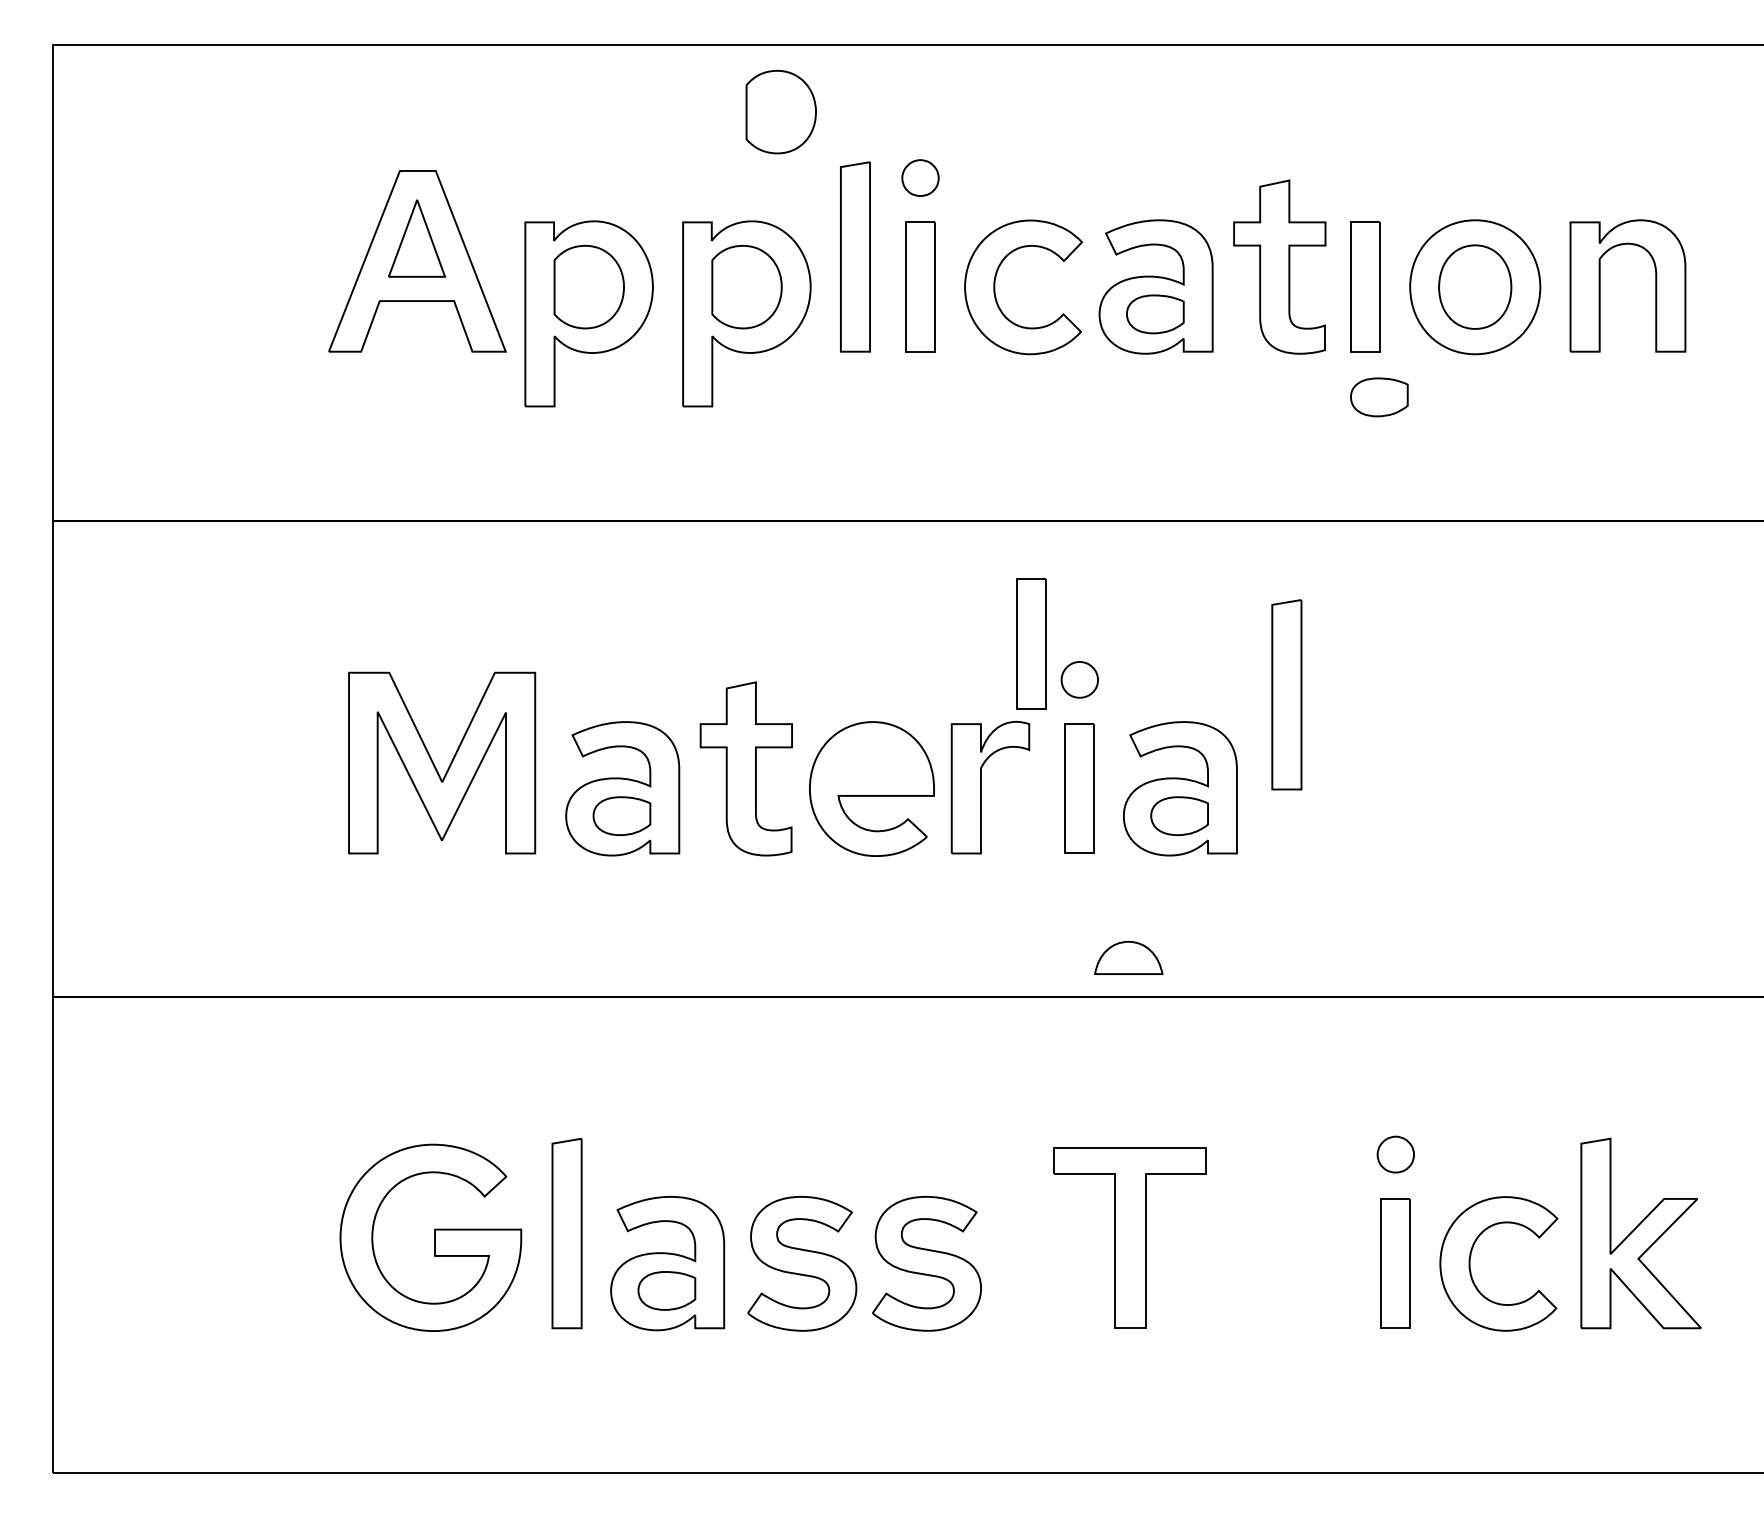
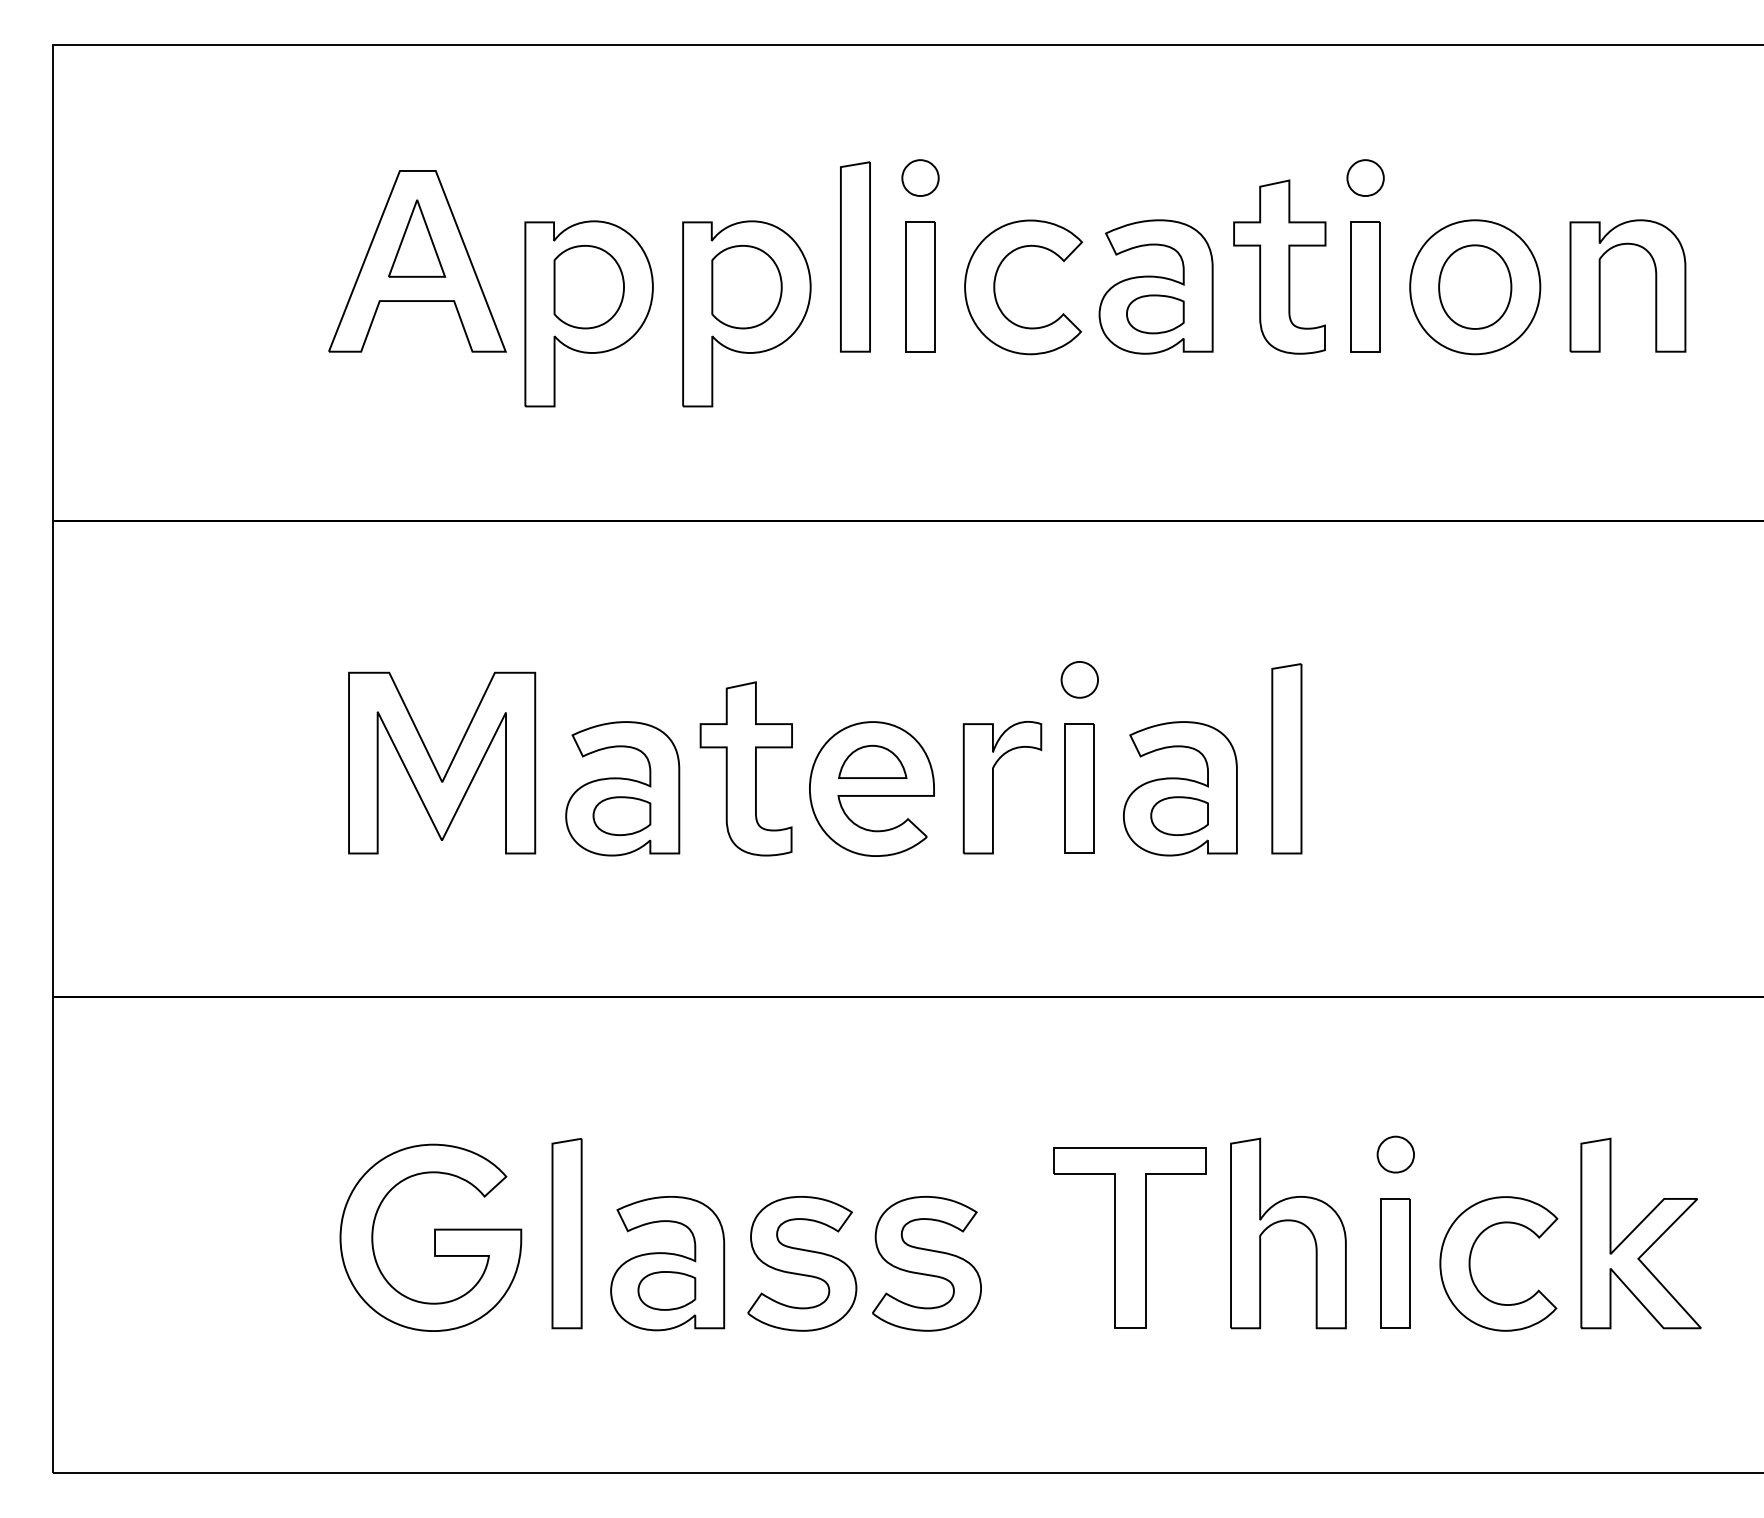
part at (780, 112): present -> none
part at (1365, 177): none -> present
part at (1379, 397): present -> none
part at (1031, 643): present -> none
part at (1286, 694) position: (1286, 694) -> (1286, 758)
part at (981, 787) position: (981, 787) -> (993, 787)
part at (1128, 957) position: (1128, 957) -> (872, 761)
part at (1288, 1221): none -> present
